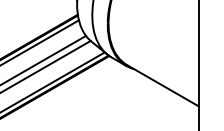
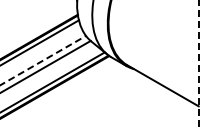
line at (43, 60): solid -> dashed
line at (198, 65): solid -> dashed
